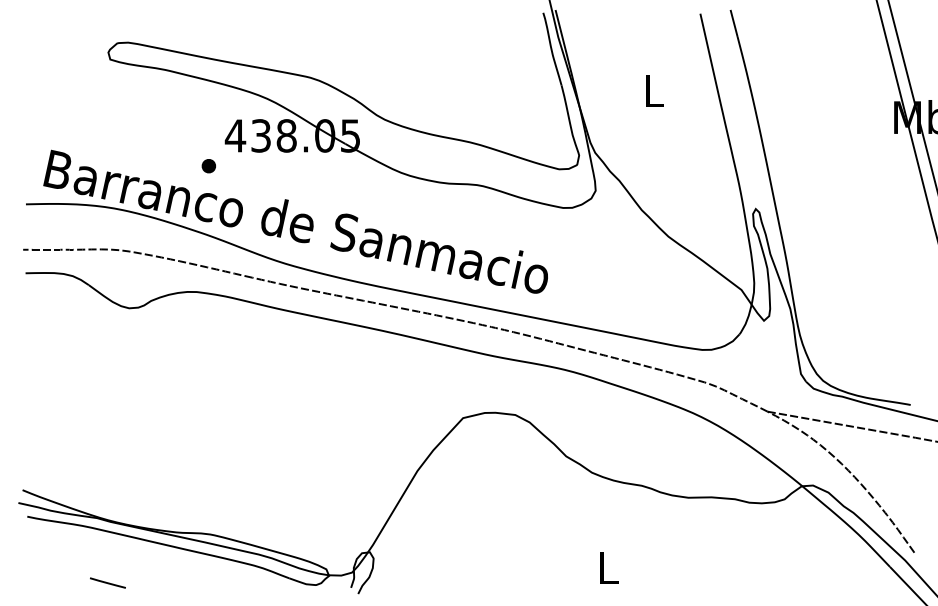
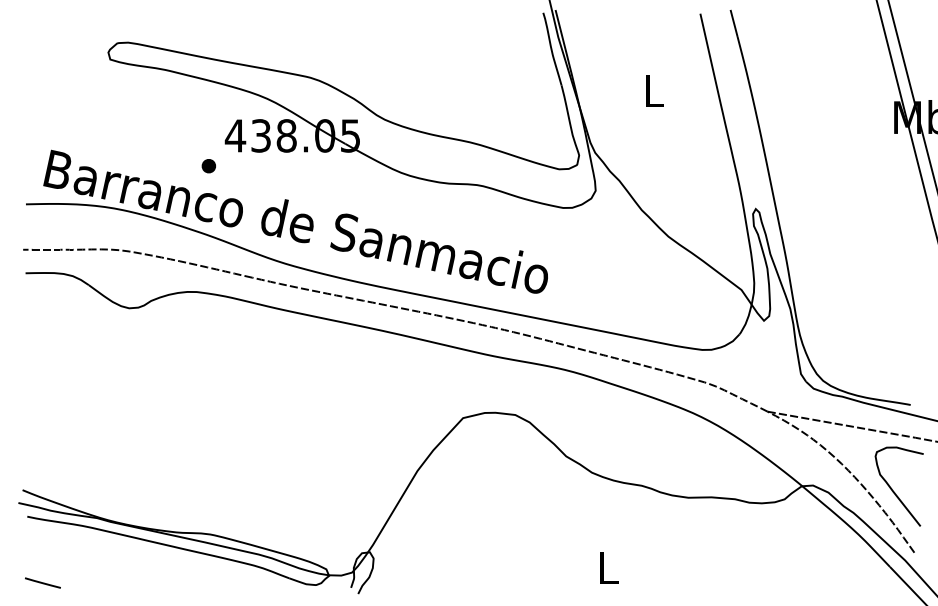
curve at (892, 488): none -> present
line at (107, 582) position: (107, 582) -> (42, 582)
